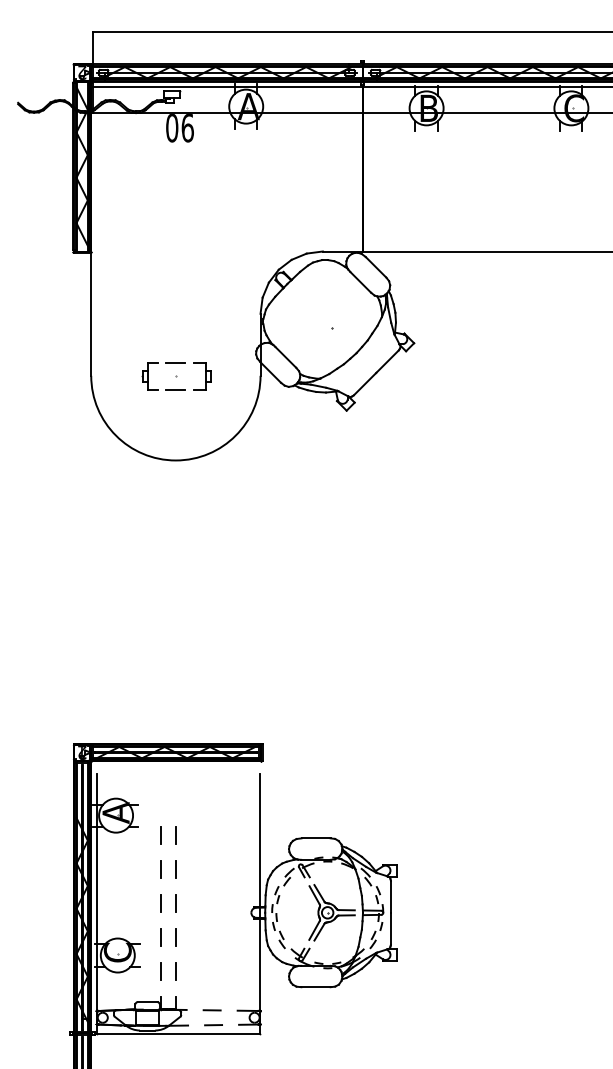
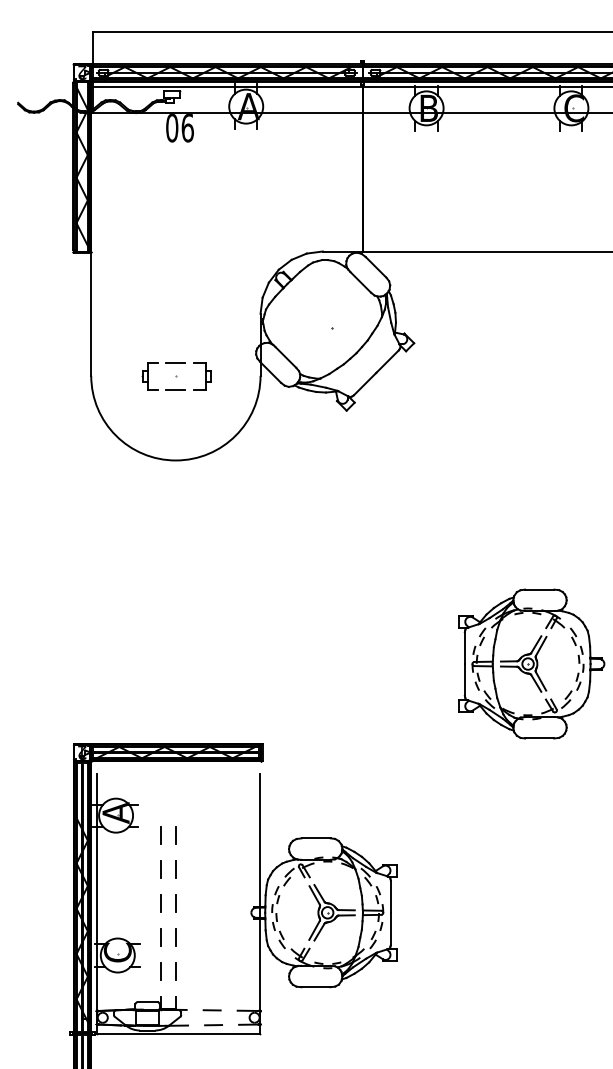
part at (531, 663): none -> present
